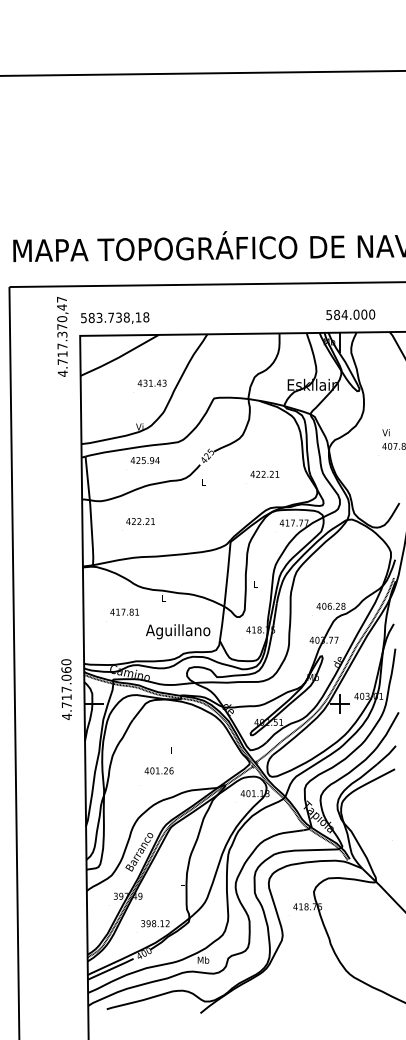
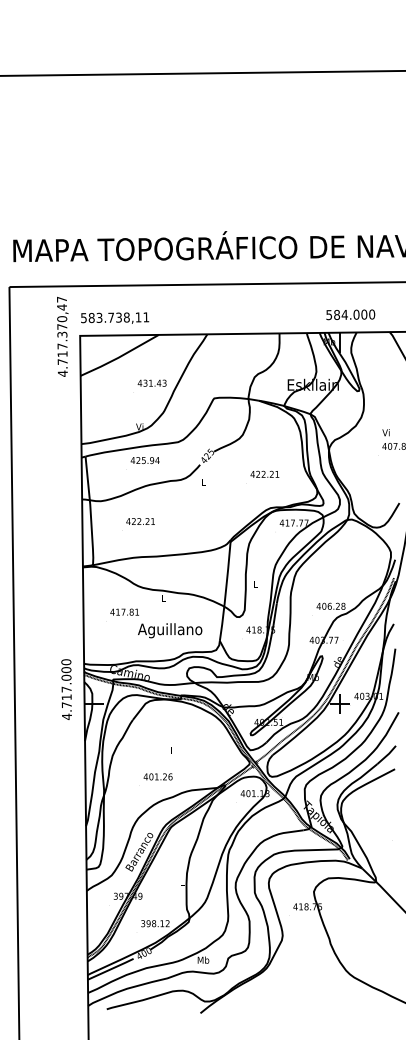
text at (146, 317): 583.738,18 -> 583.738,11
text at (178, 631) position: (178, 631) -> (170, 630)
text at (66, 669): 4.717.060 -> 4.717.000
text at (158, 770) position: (158, 770) -> (157, 776)
